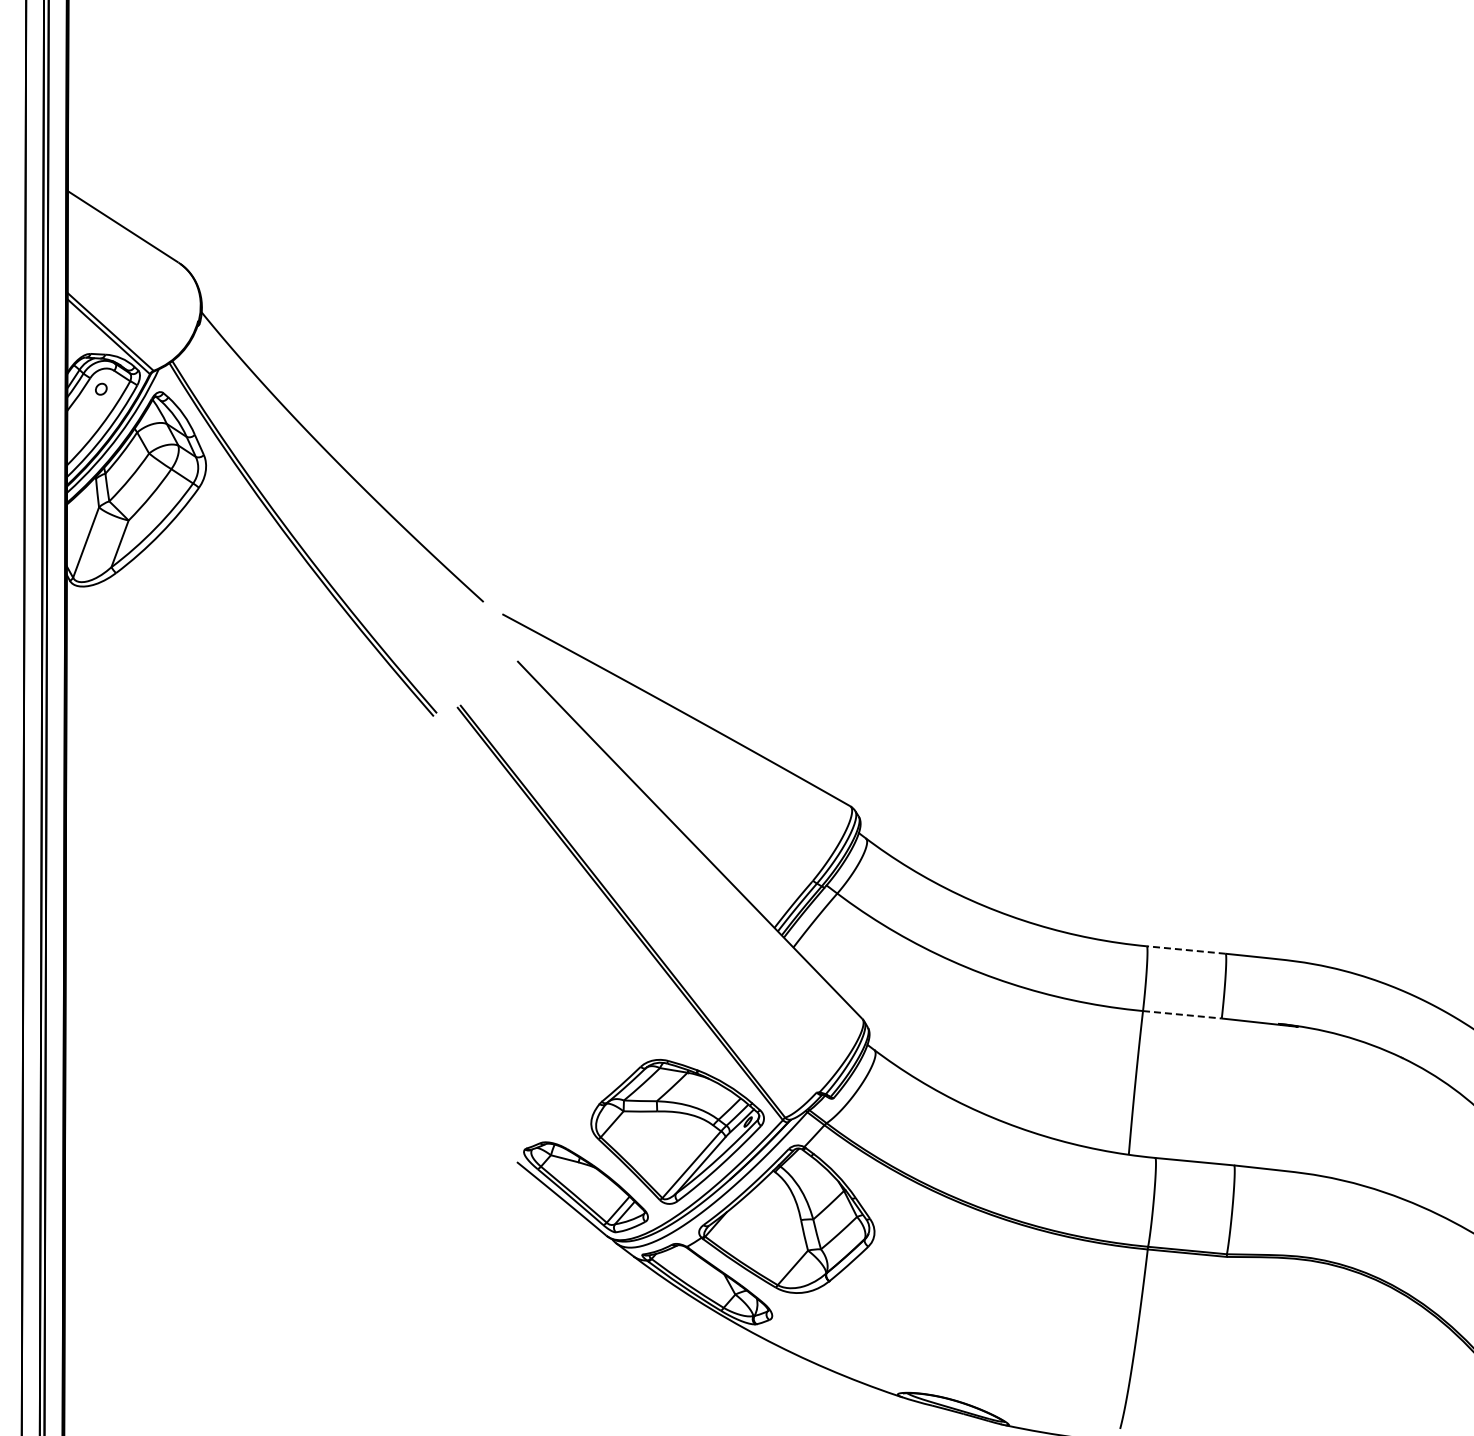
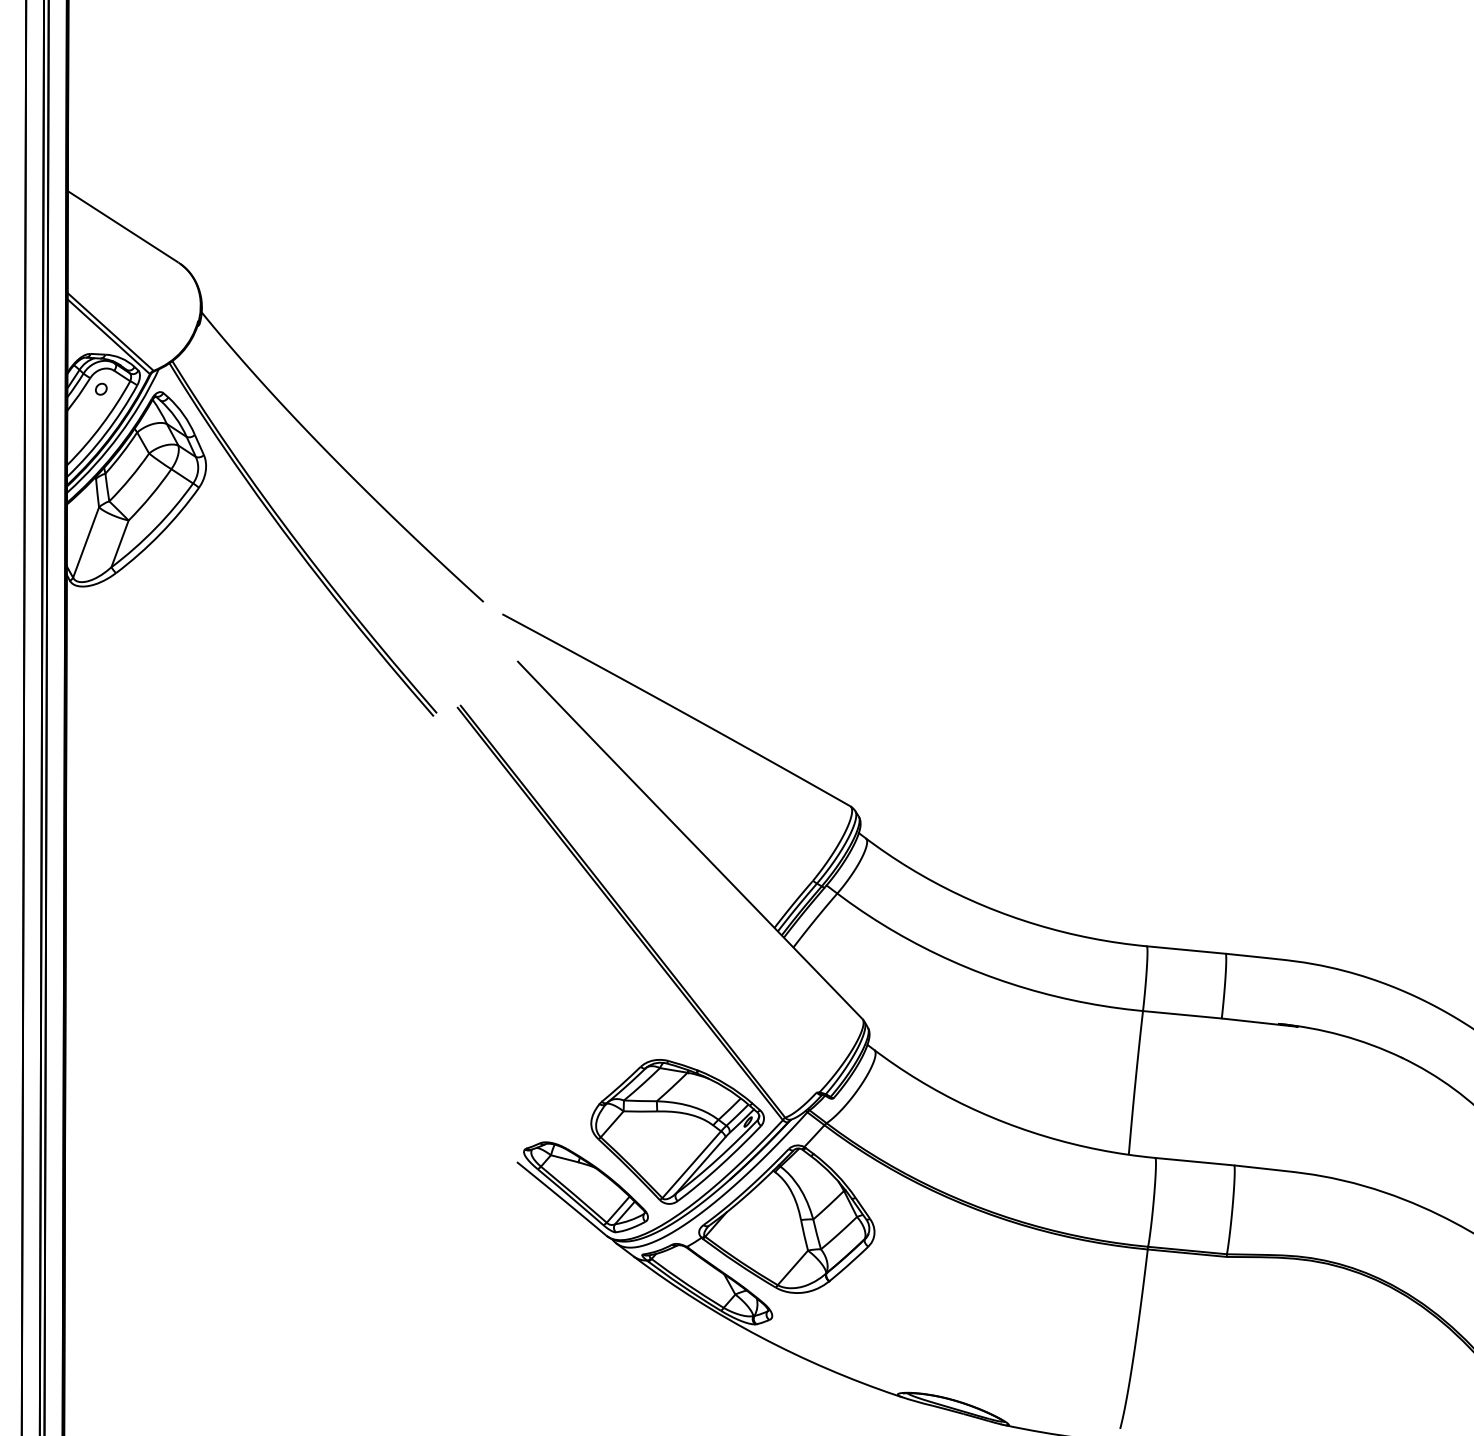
line at (1186, 950): dashed -> solid
line at (1182, 1014): dashed -> solid
